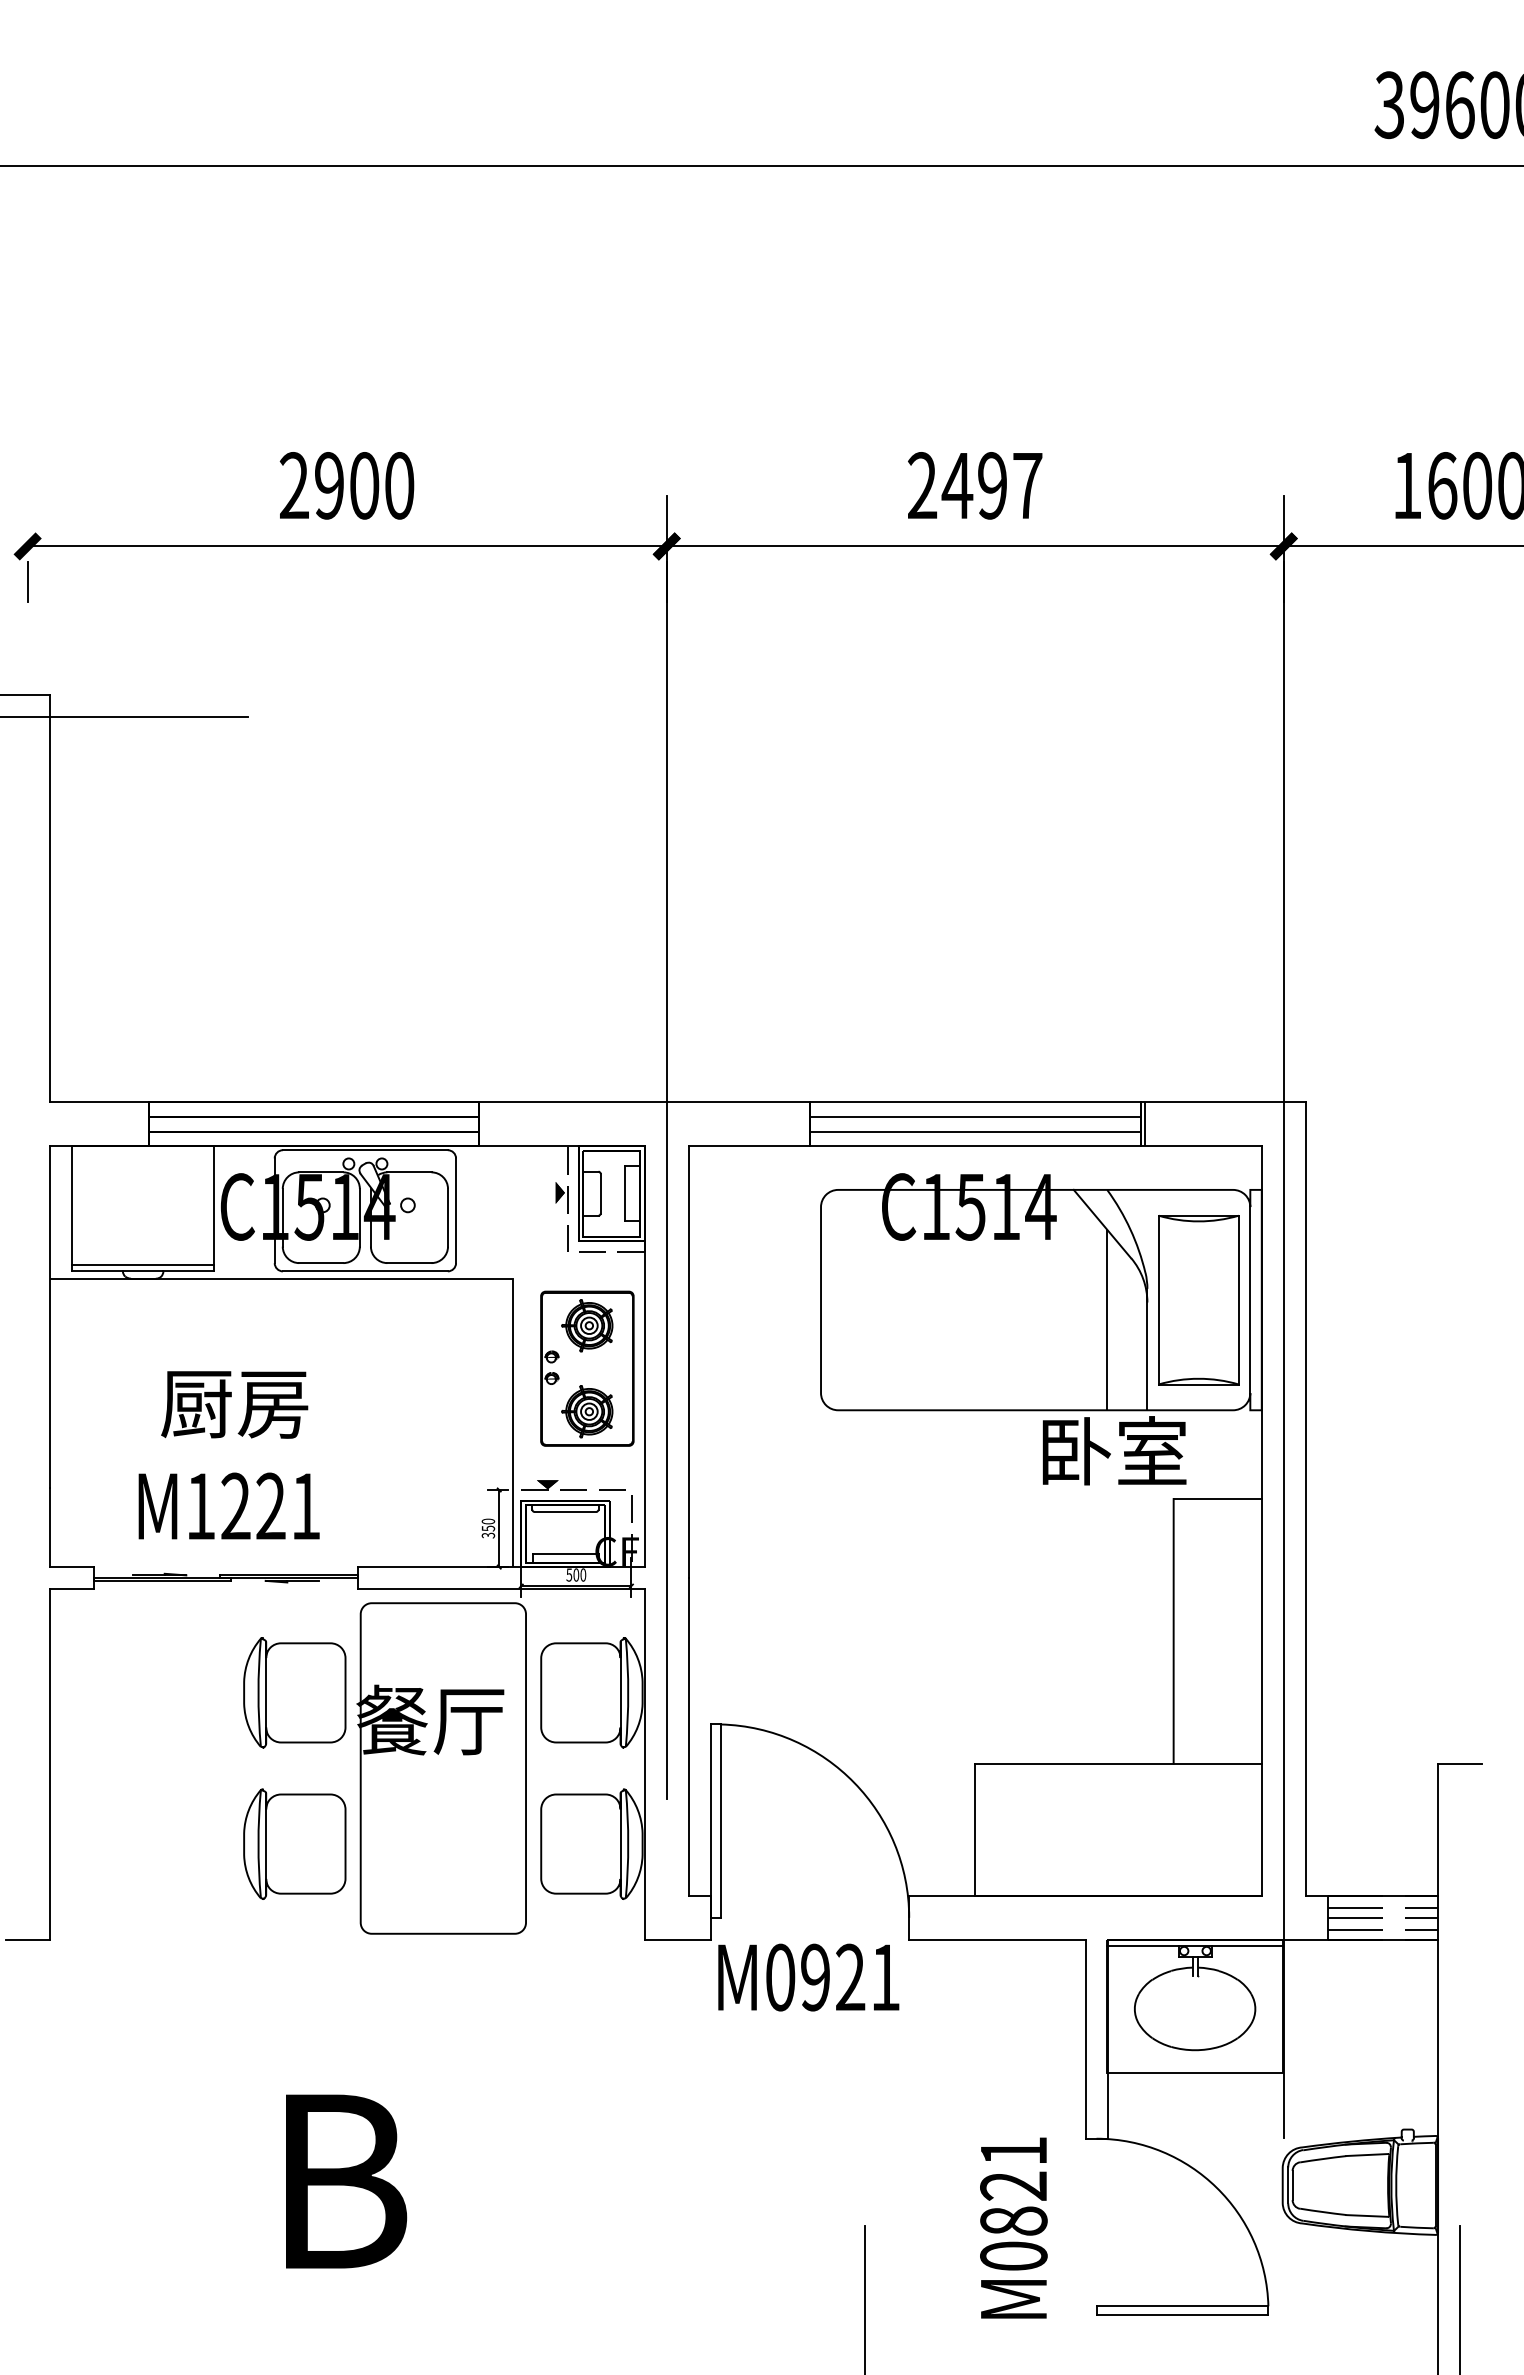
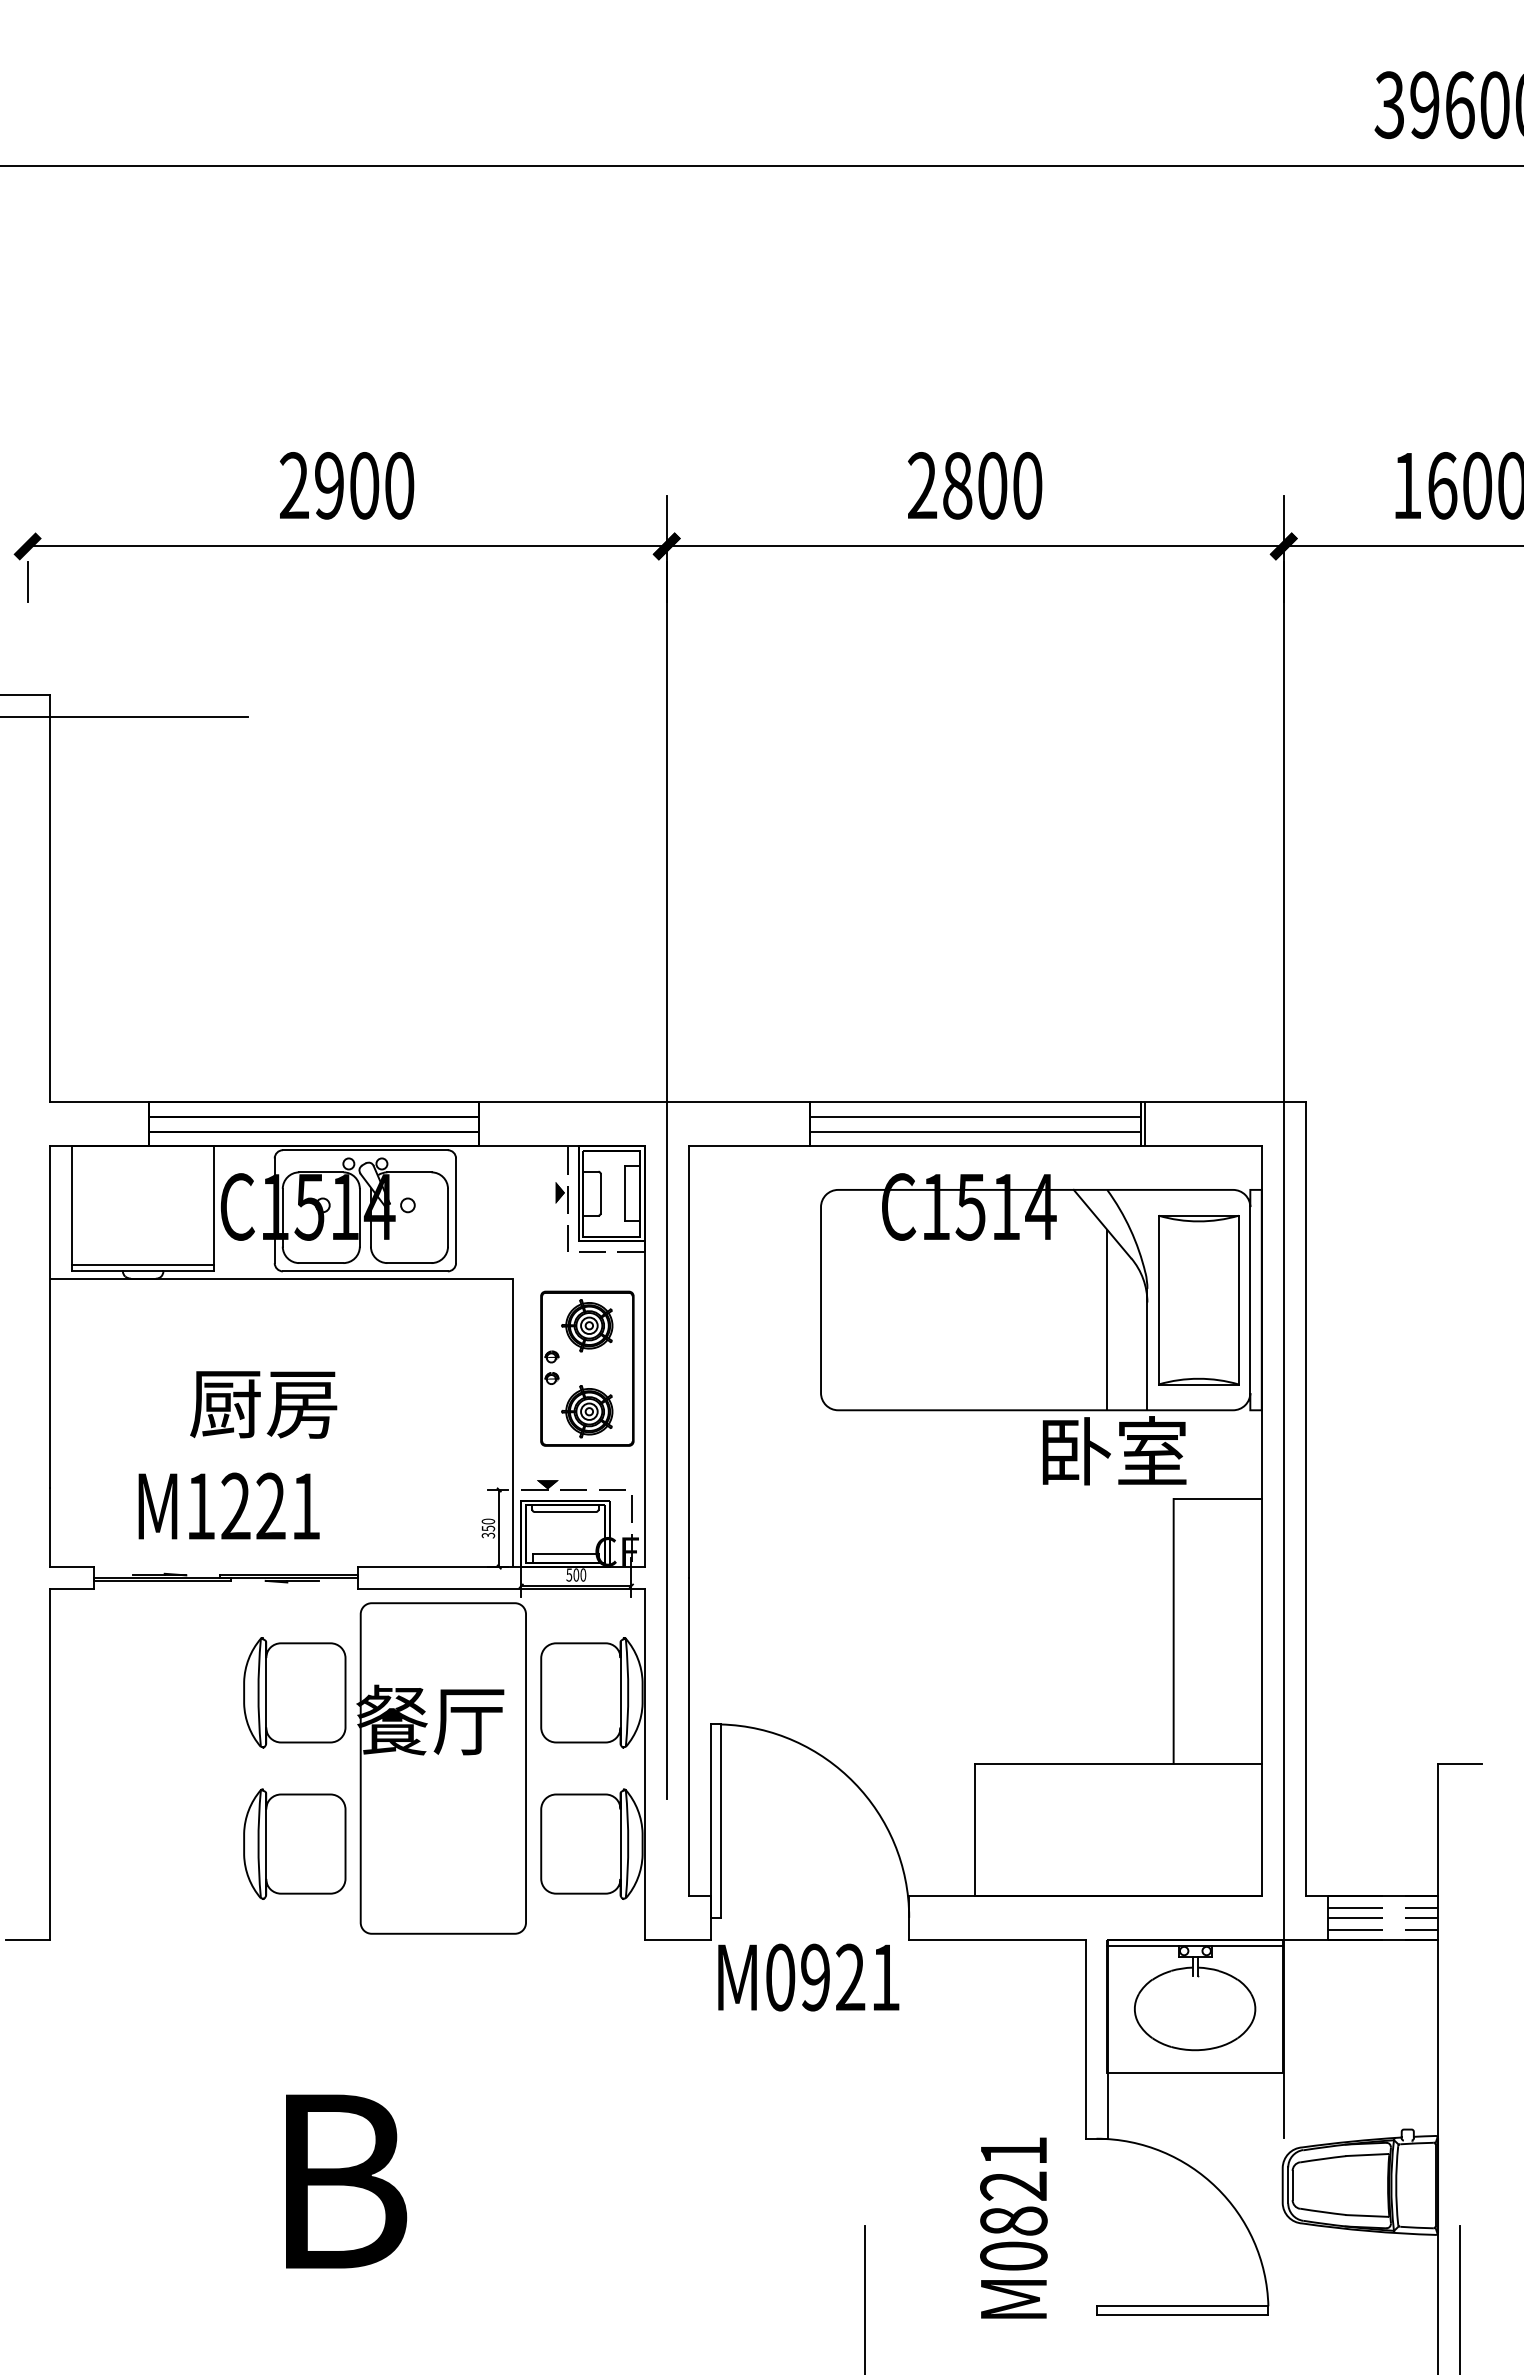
text at (991, 485): 2497 -> 2800
text at (234, 1404) position: (234, 1404) -> (263, 1404)
